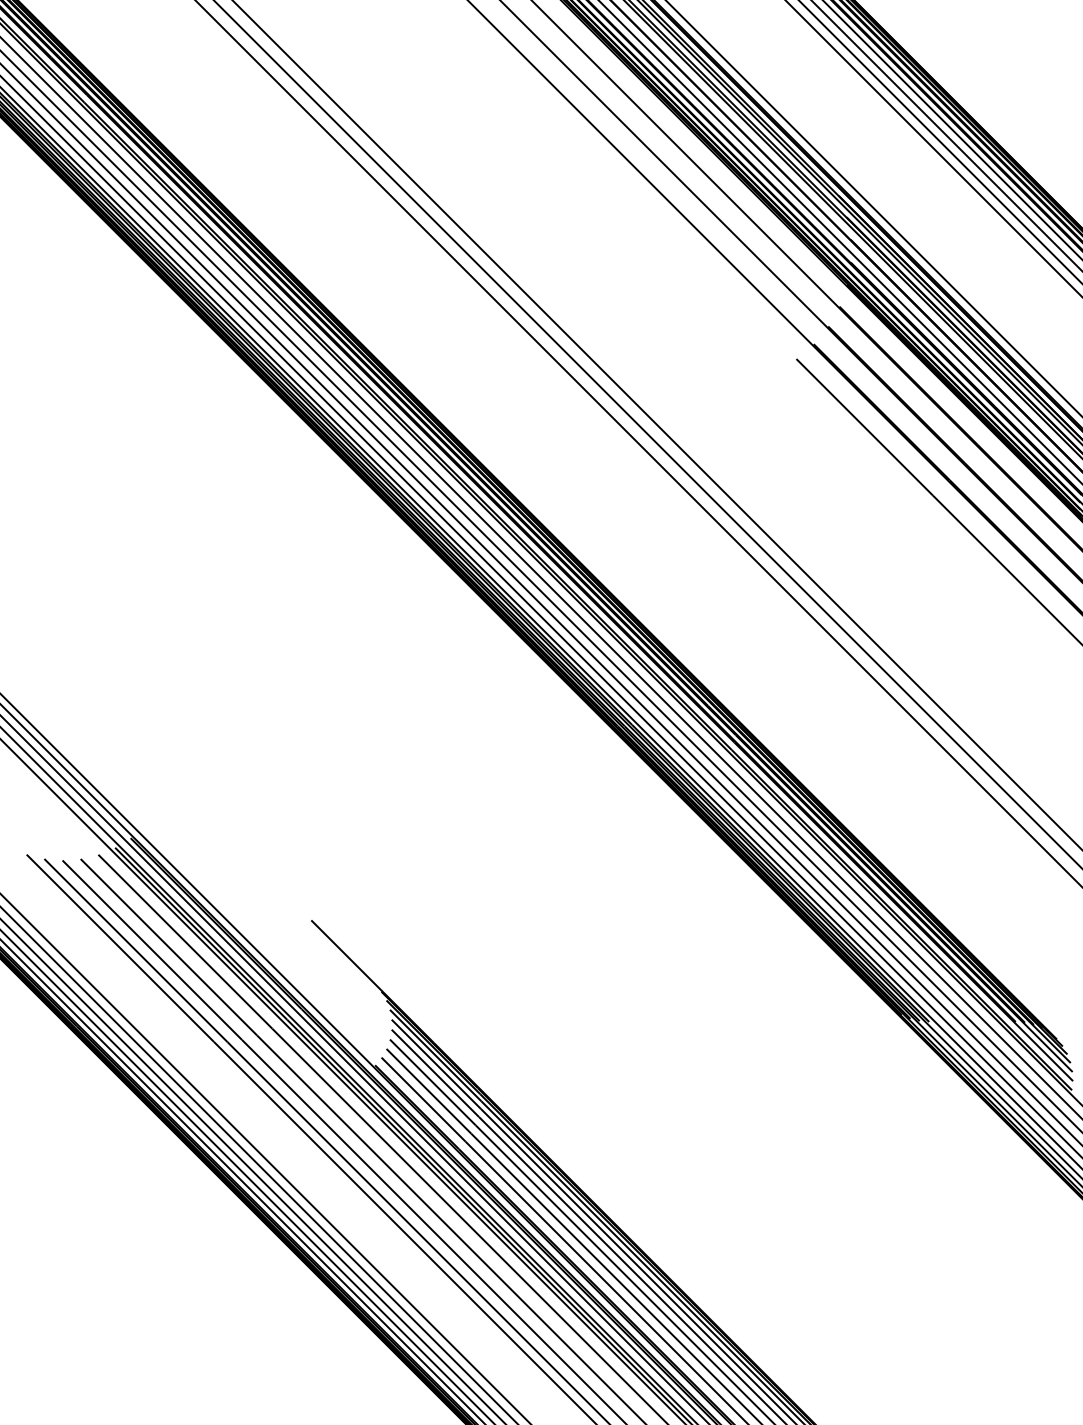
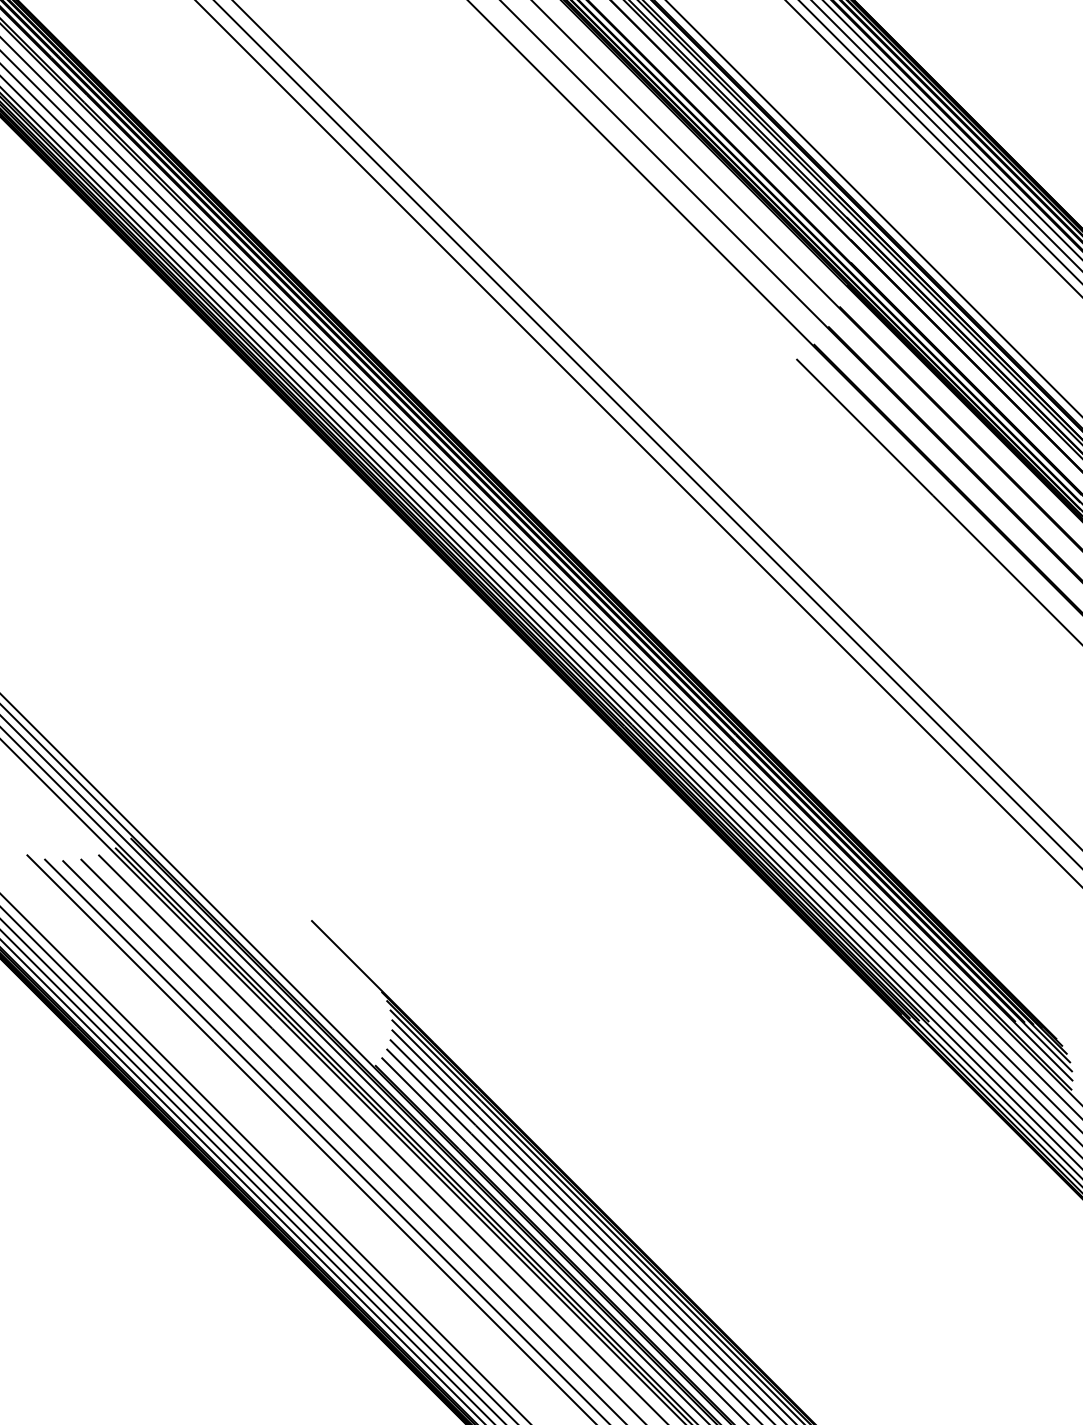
line at (839, 241): present -> none
